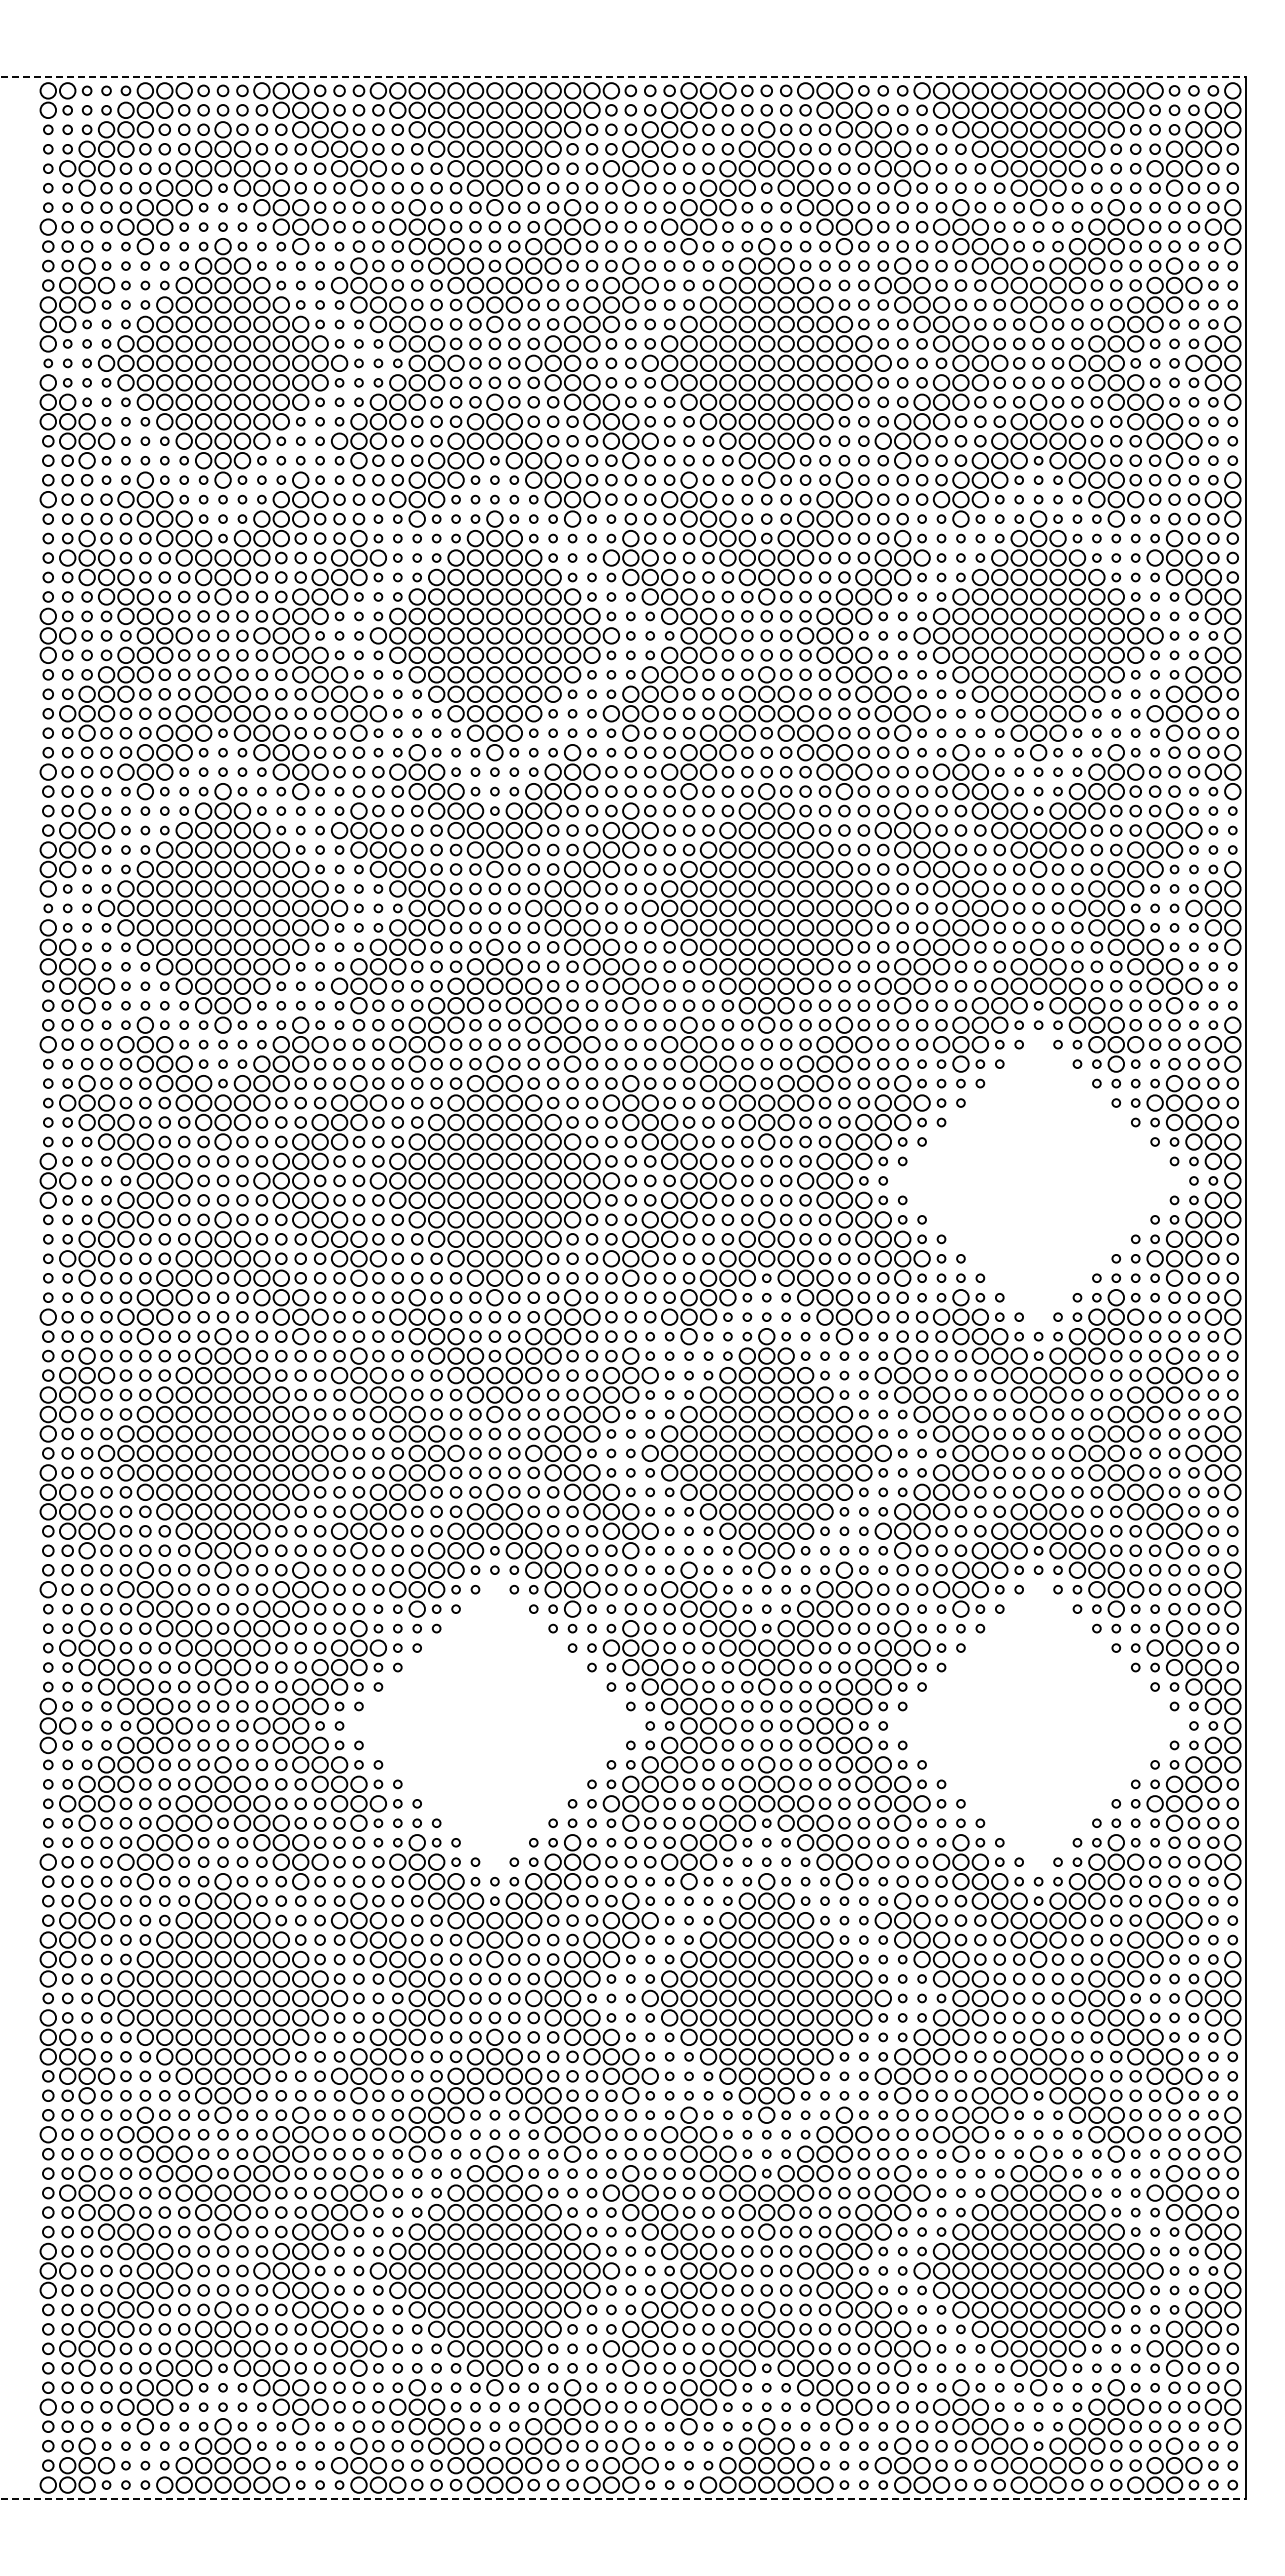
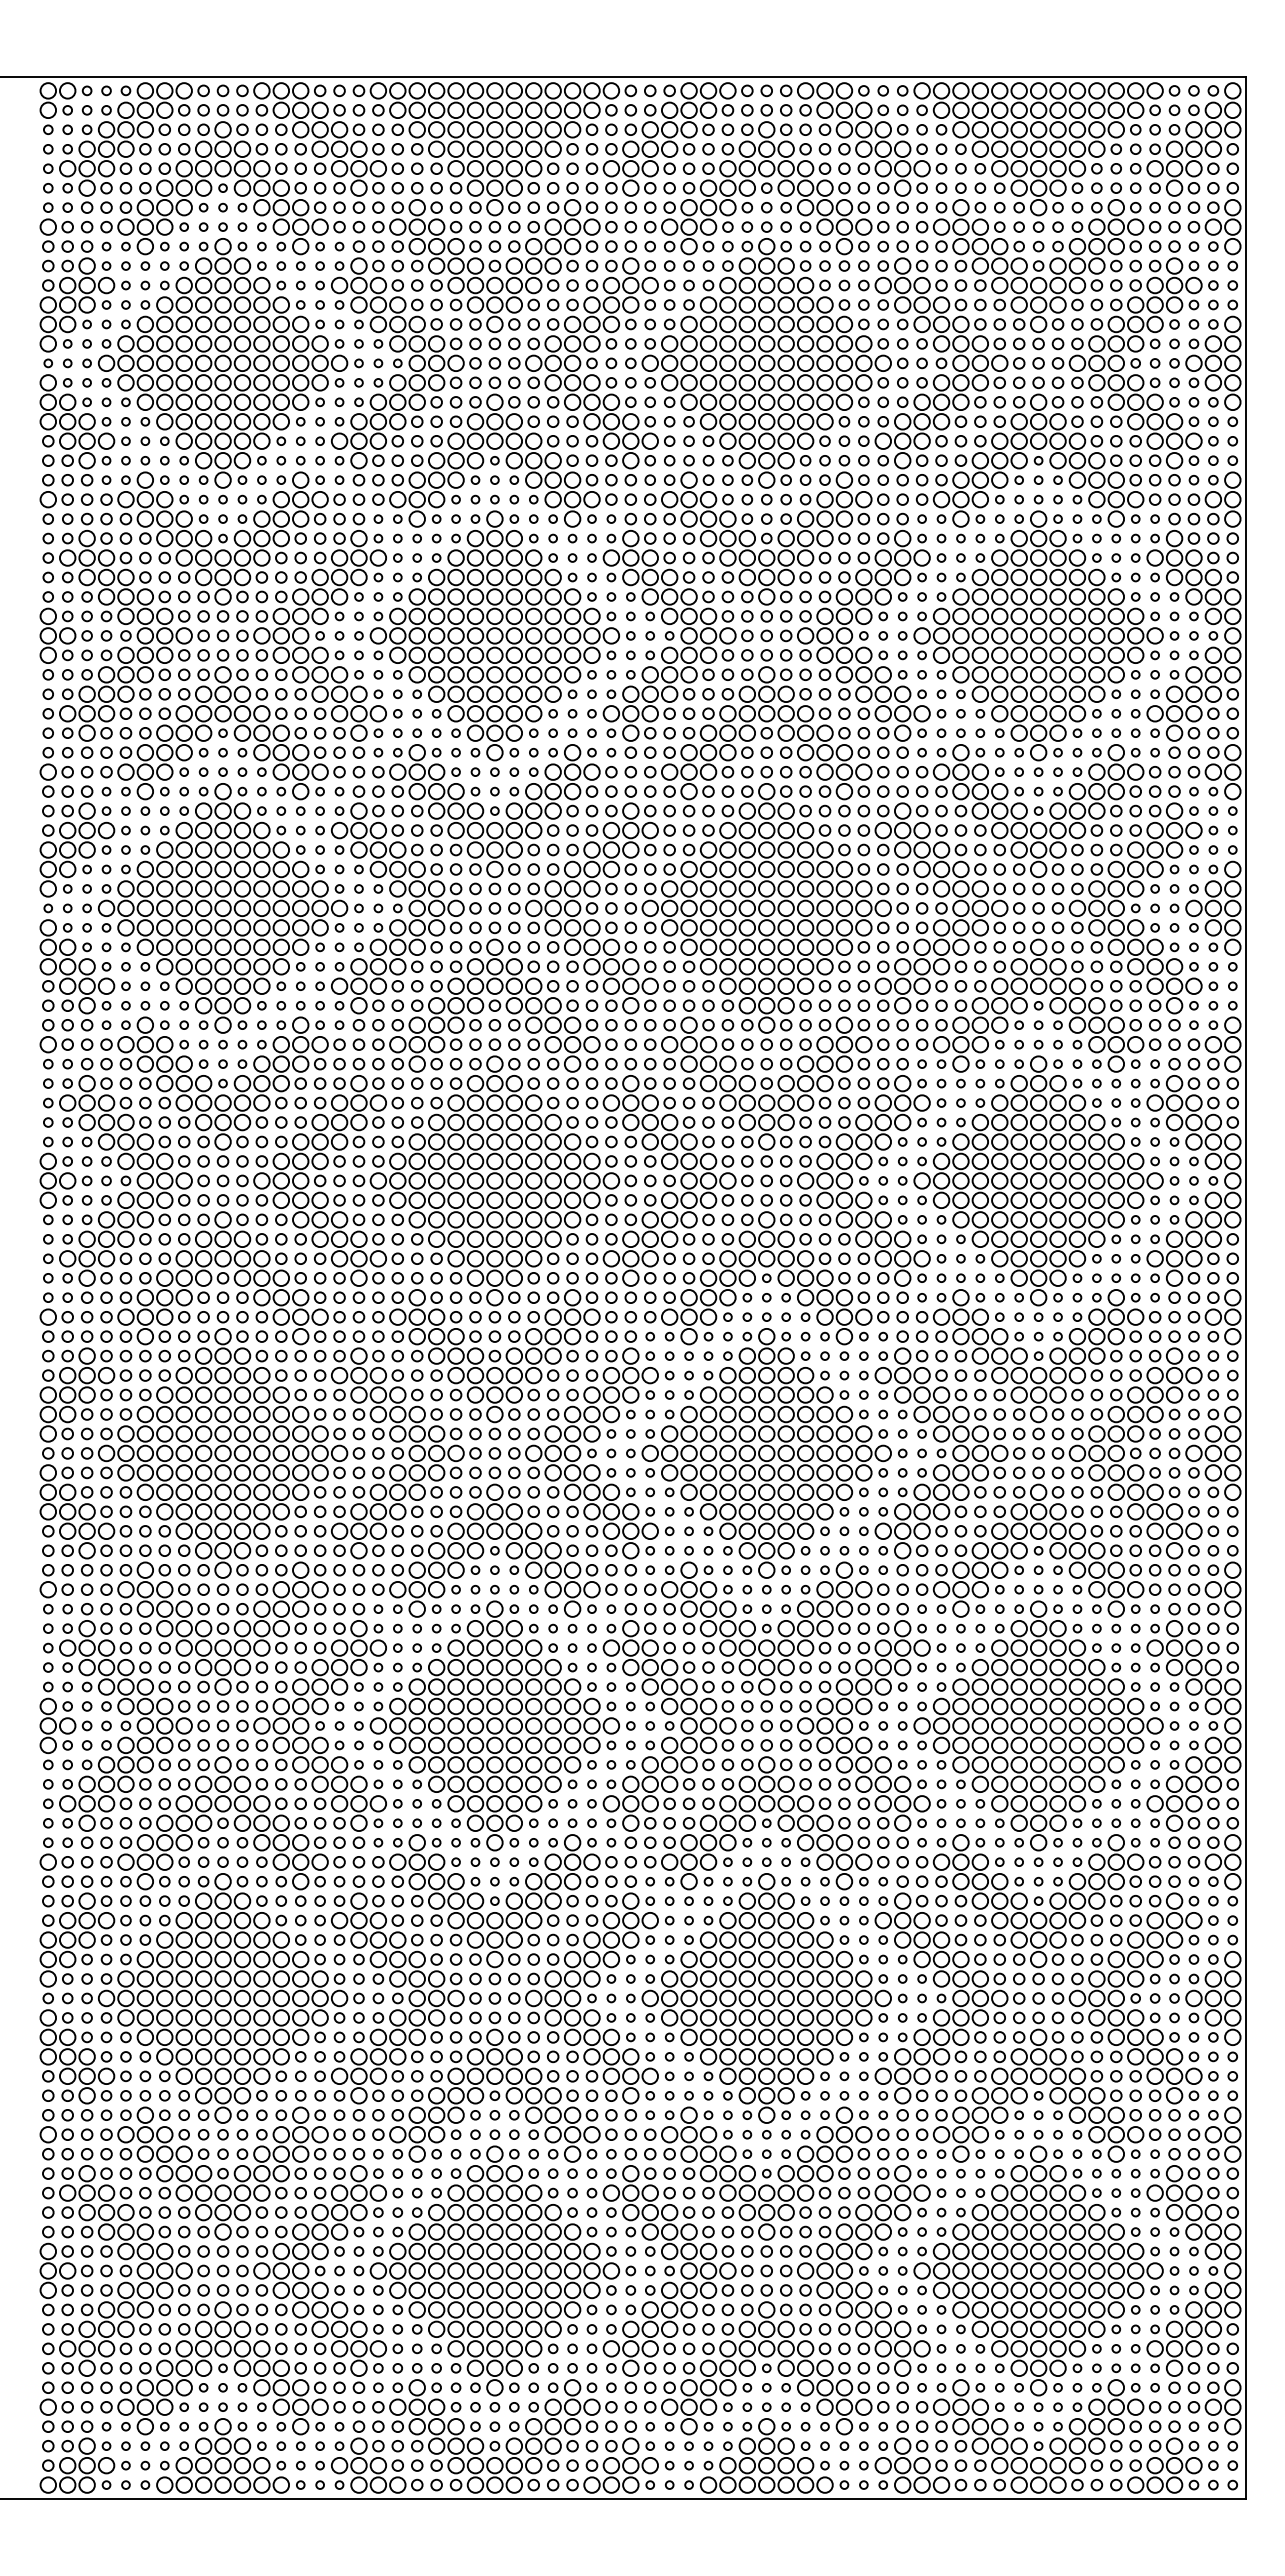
line at (623, 77): dashed -> solid
part at (1038, 1180): none -> present
part at (494, 1725): none -> present
part at (1038, 1725): none -> present
line at (623, 2498): dashed -> solid
